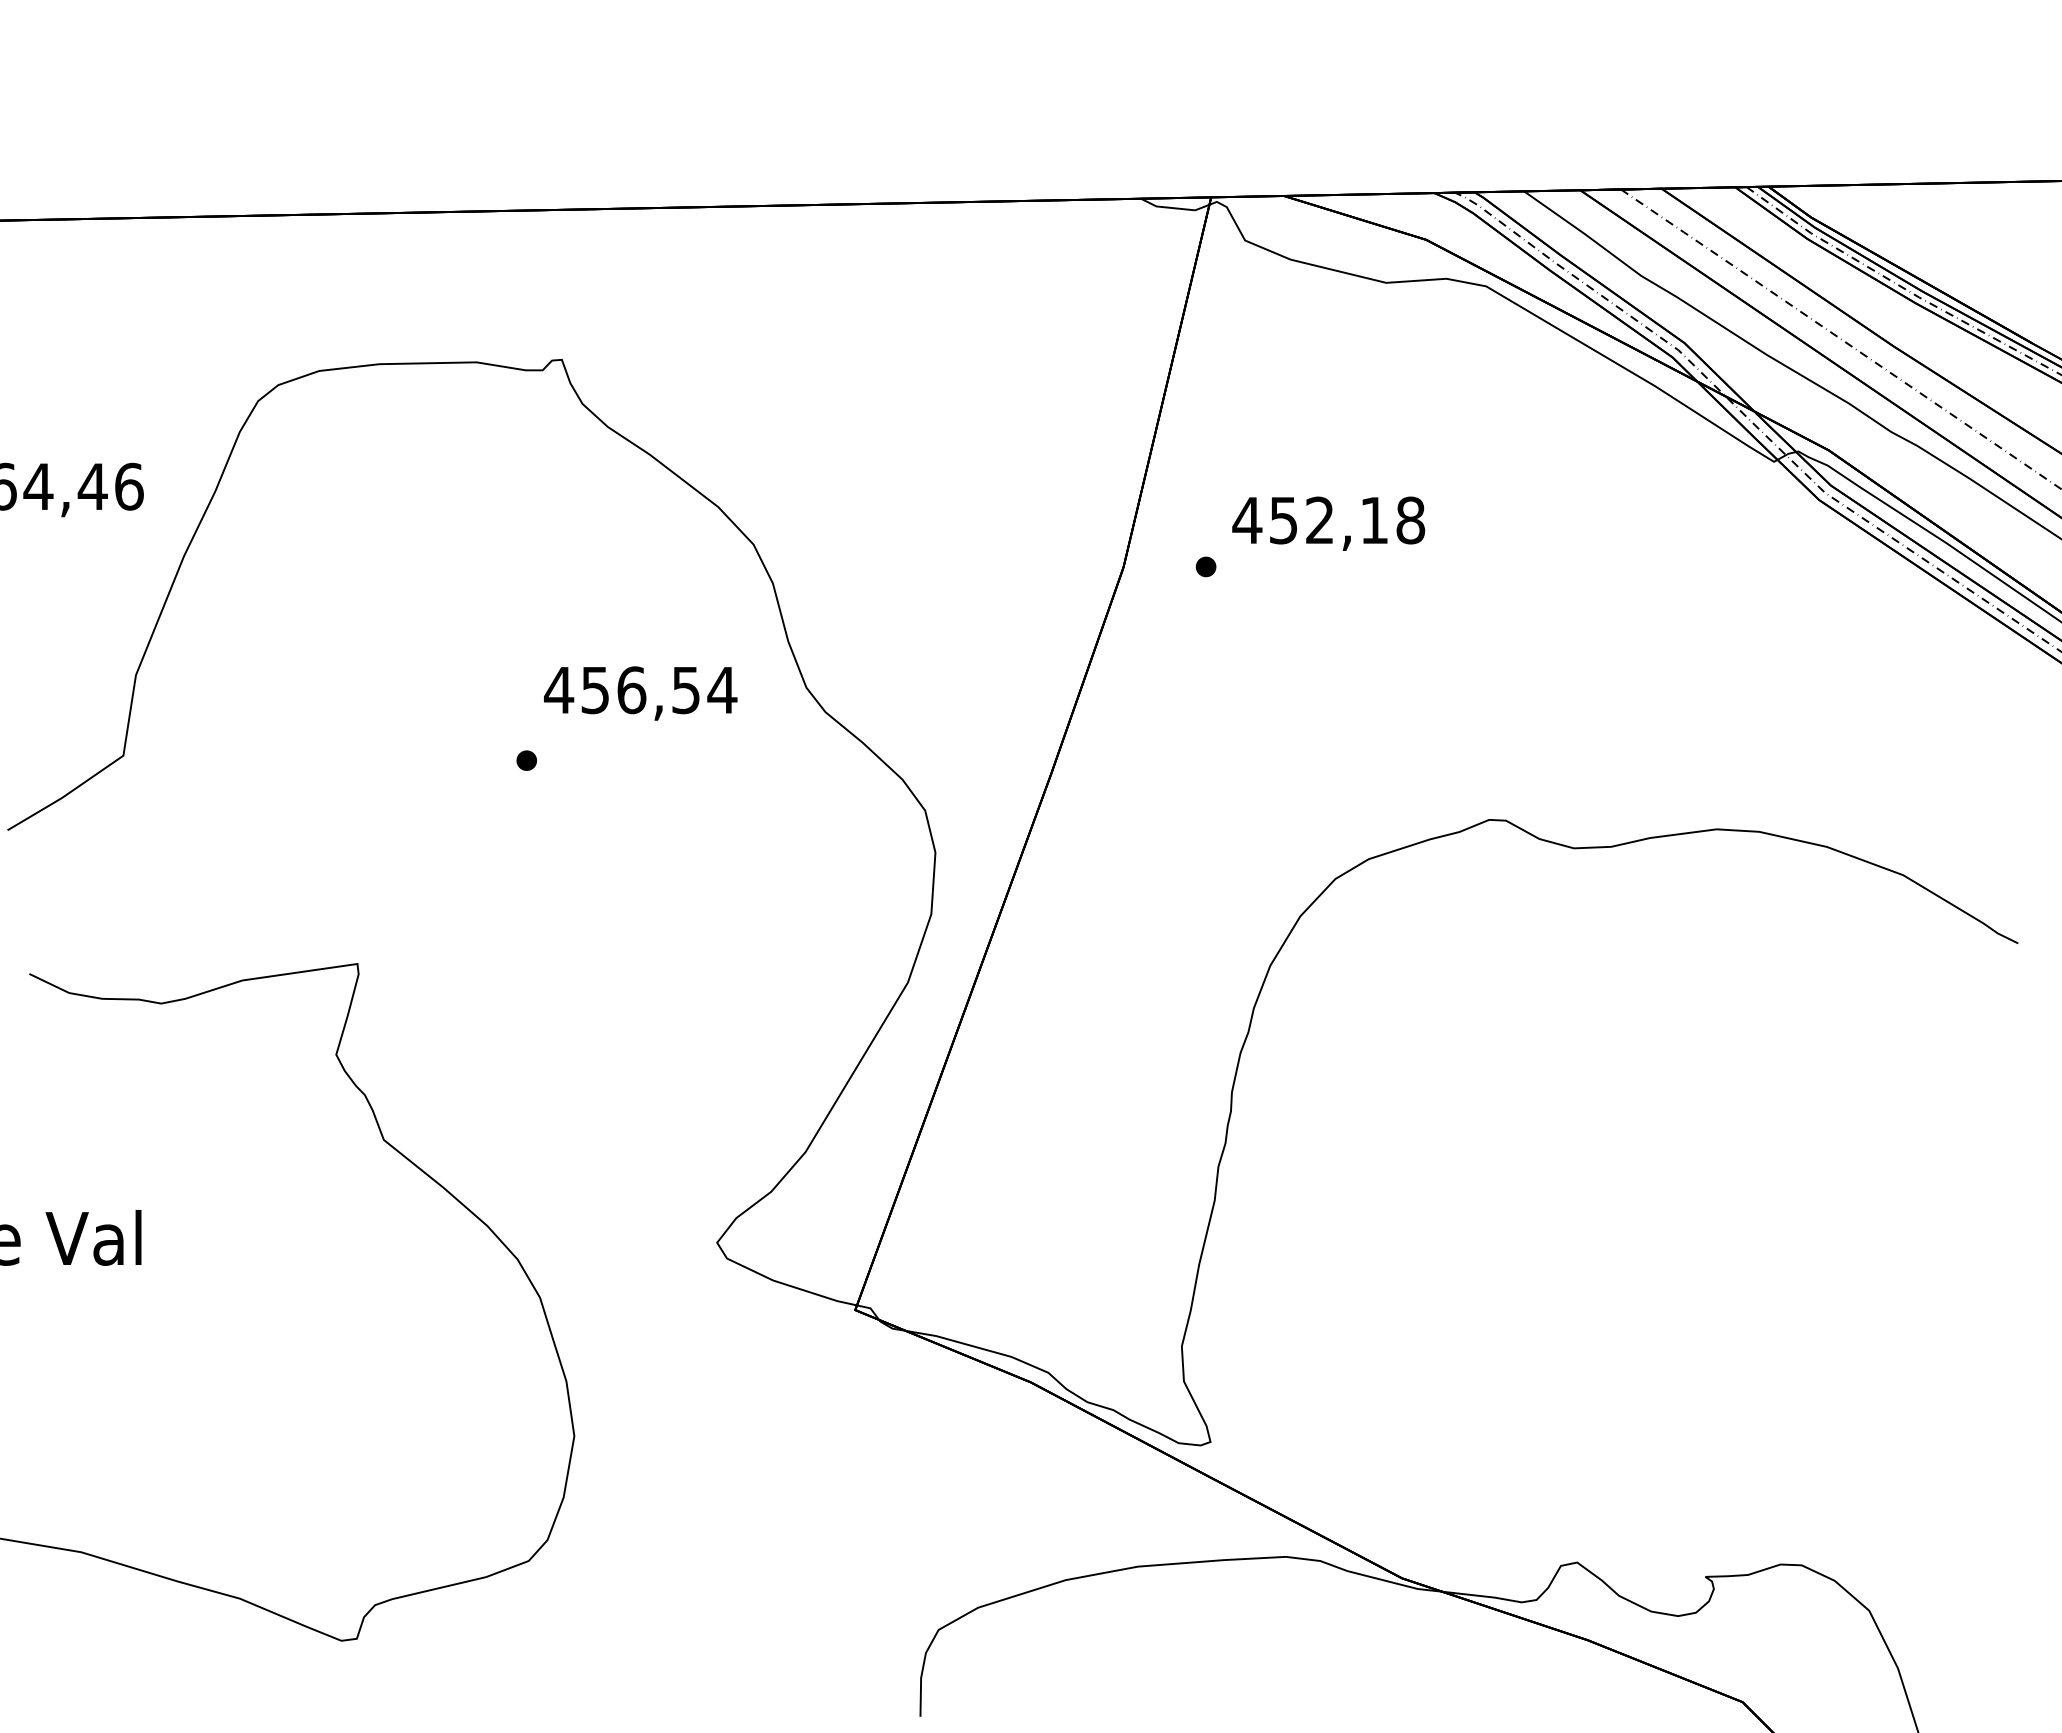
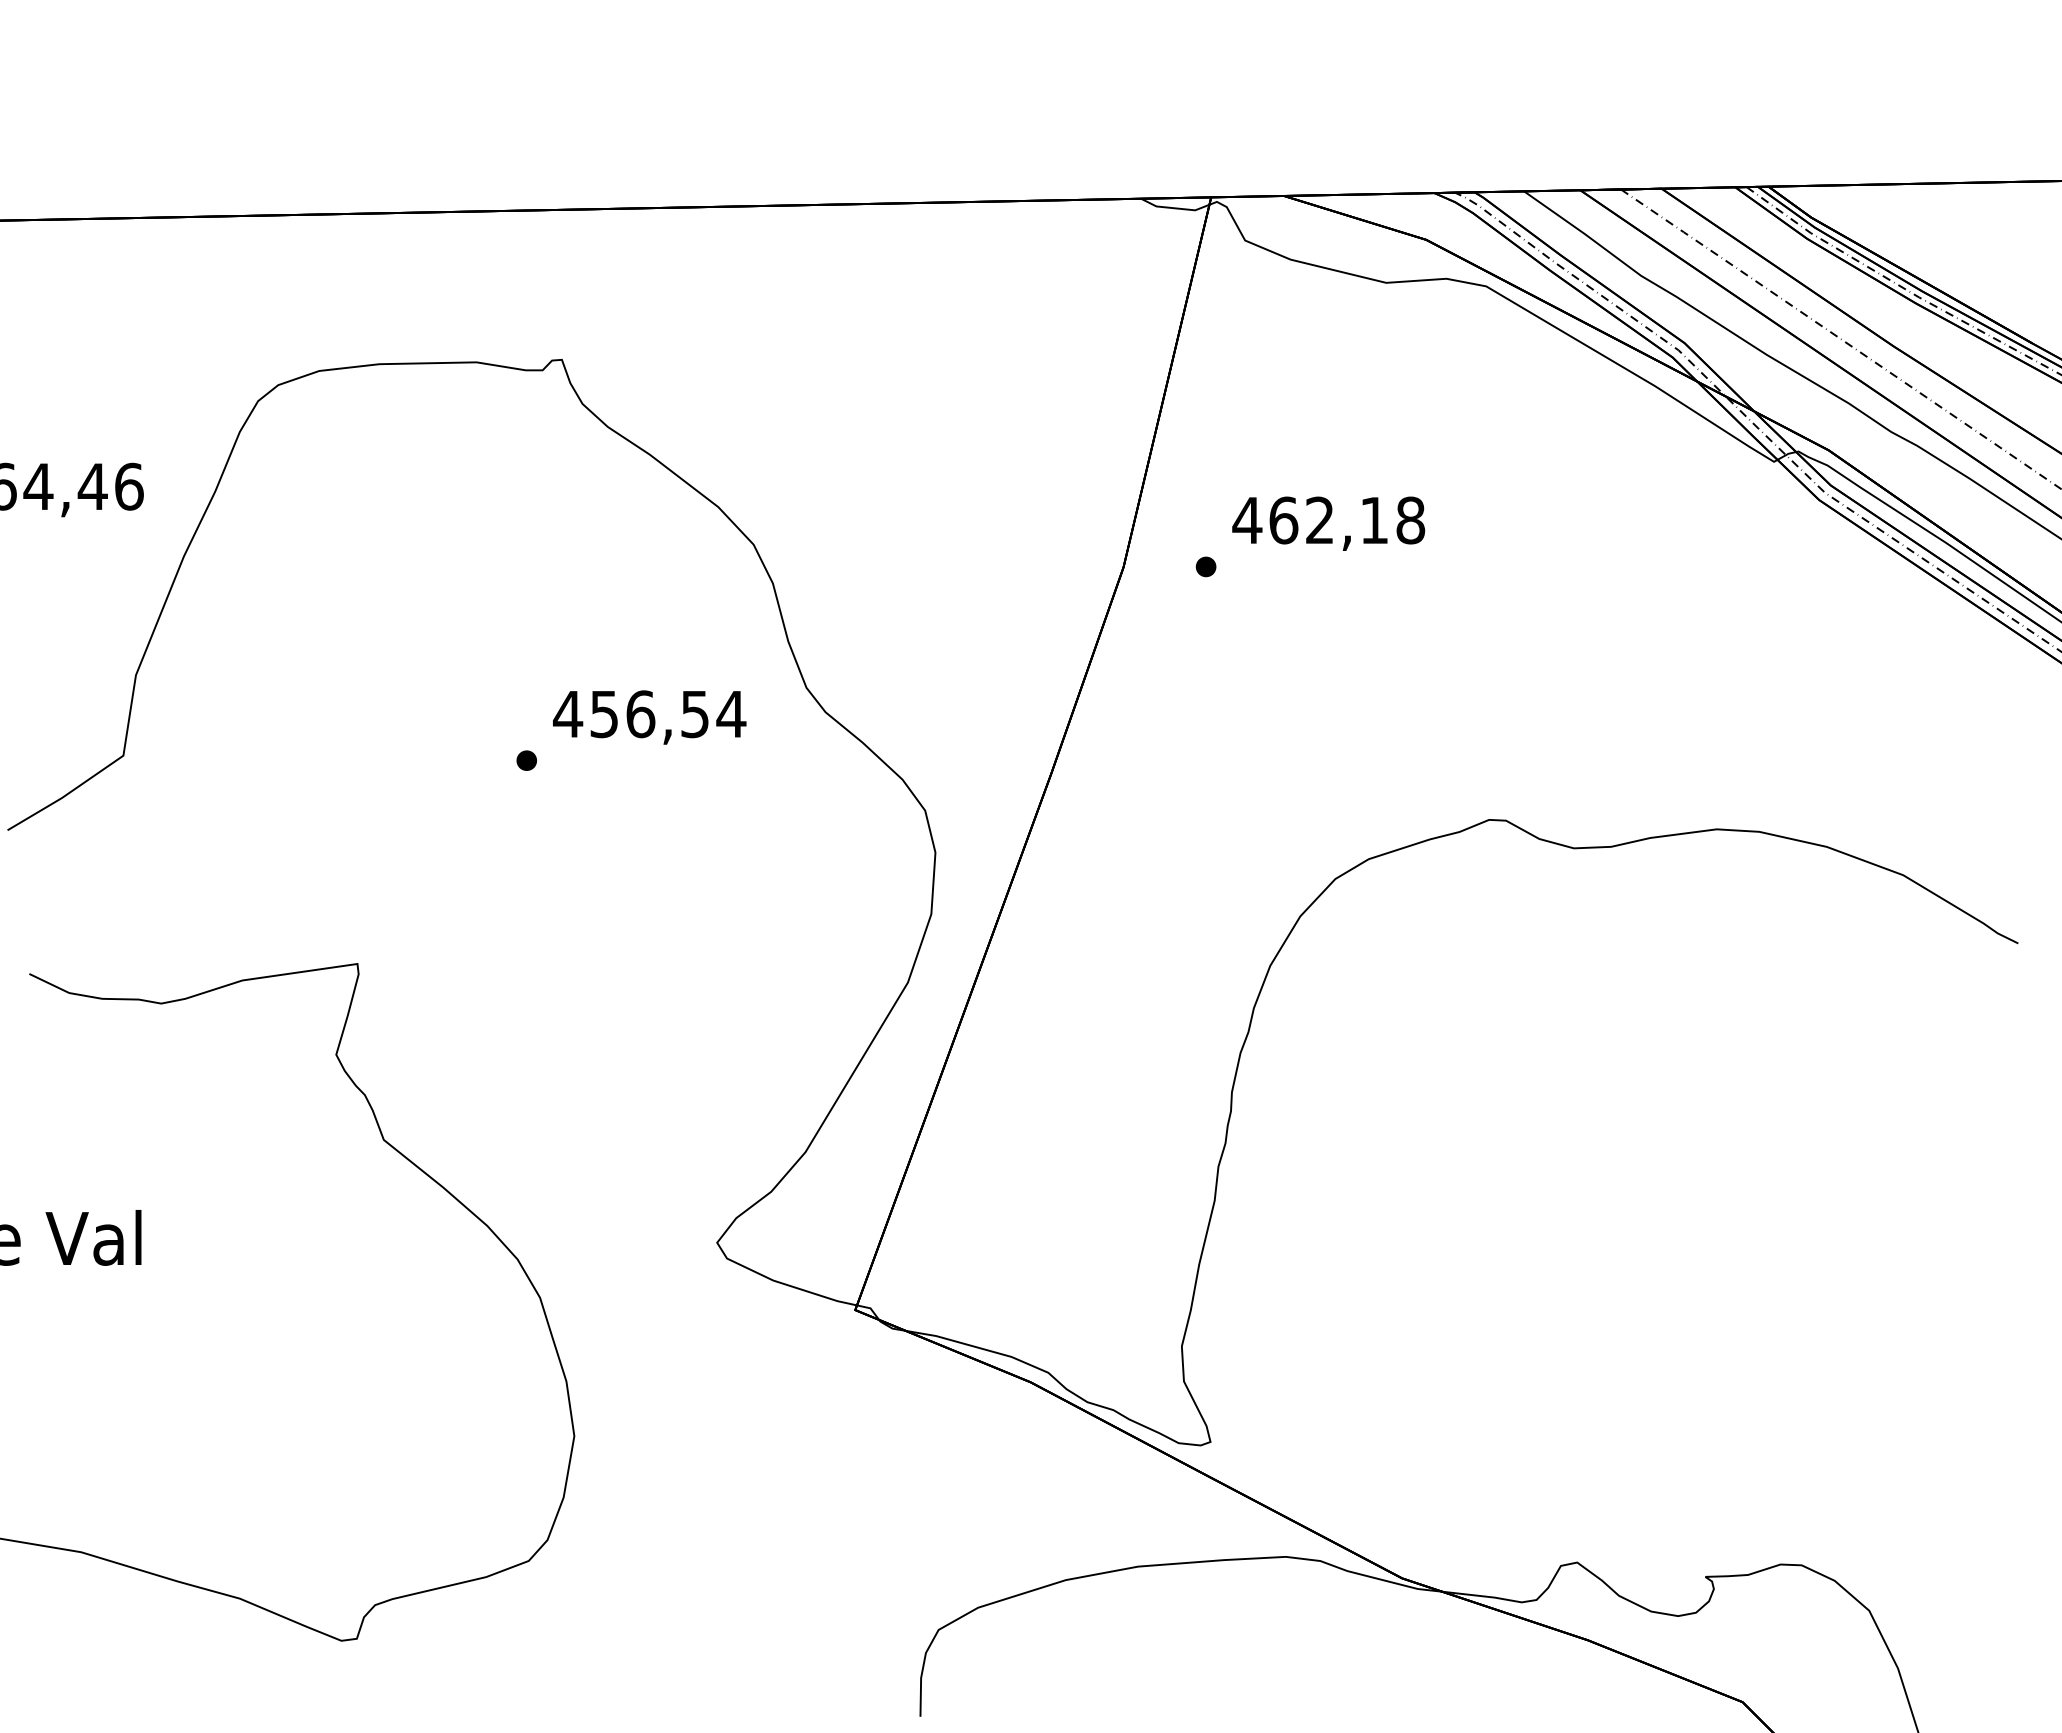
text at (1283, 520): 452,18 -> 462,18
text at (640, 693) position: (640, 693) -> (649, 717)
